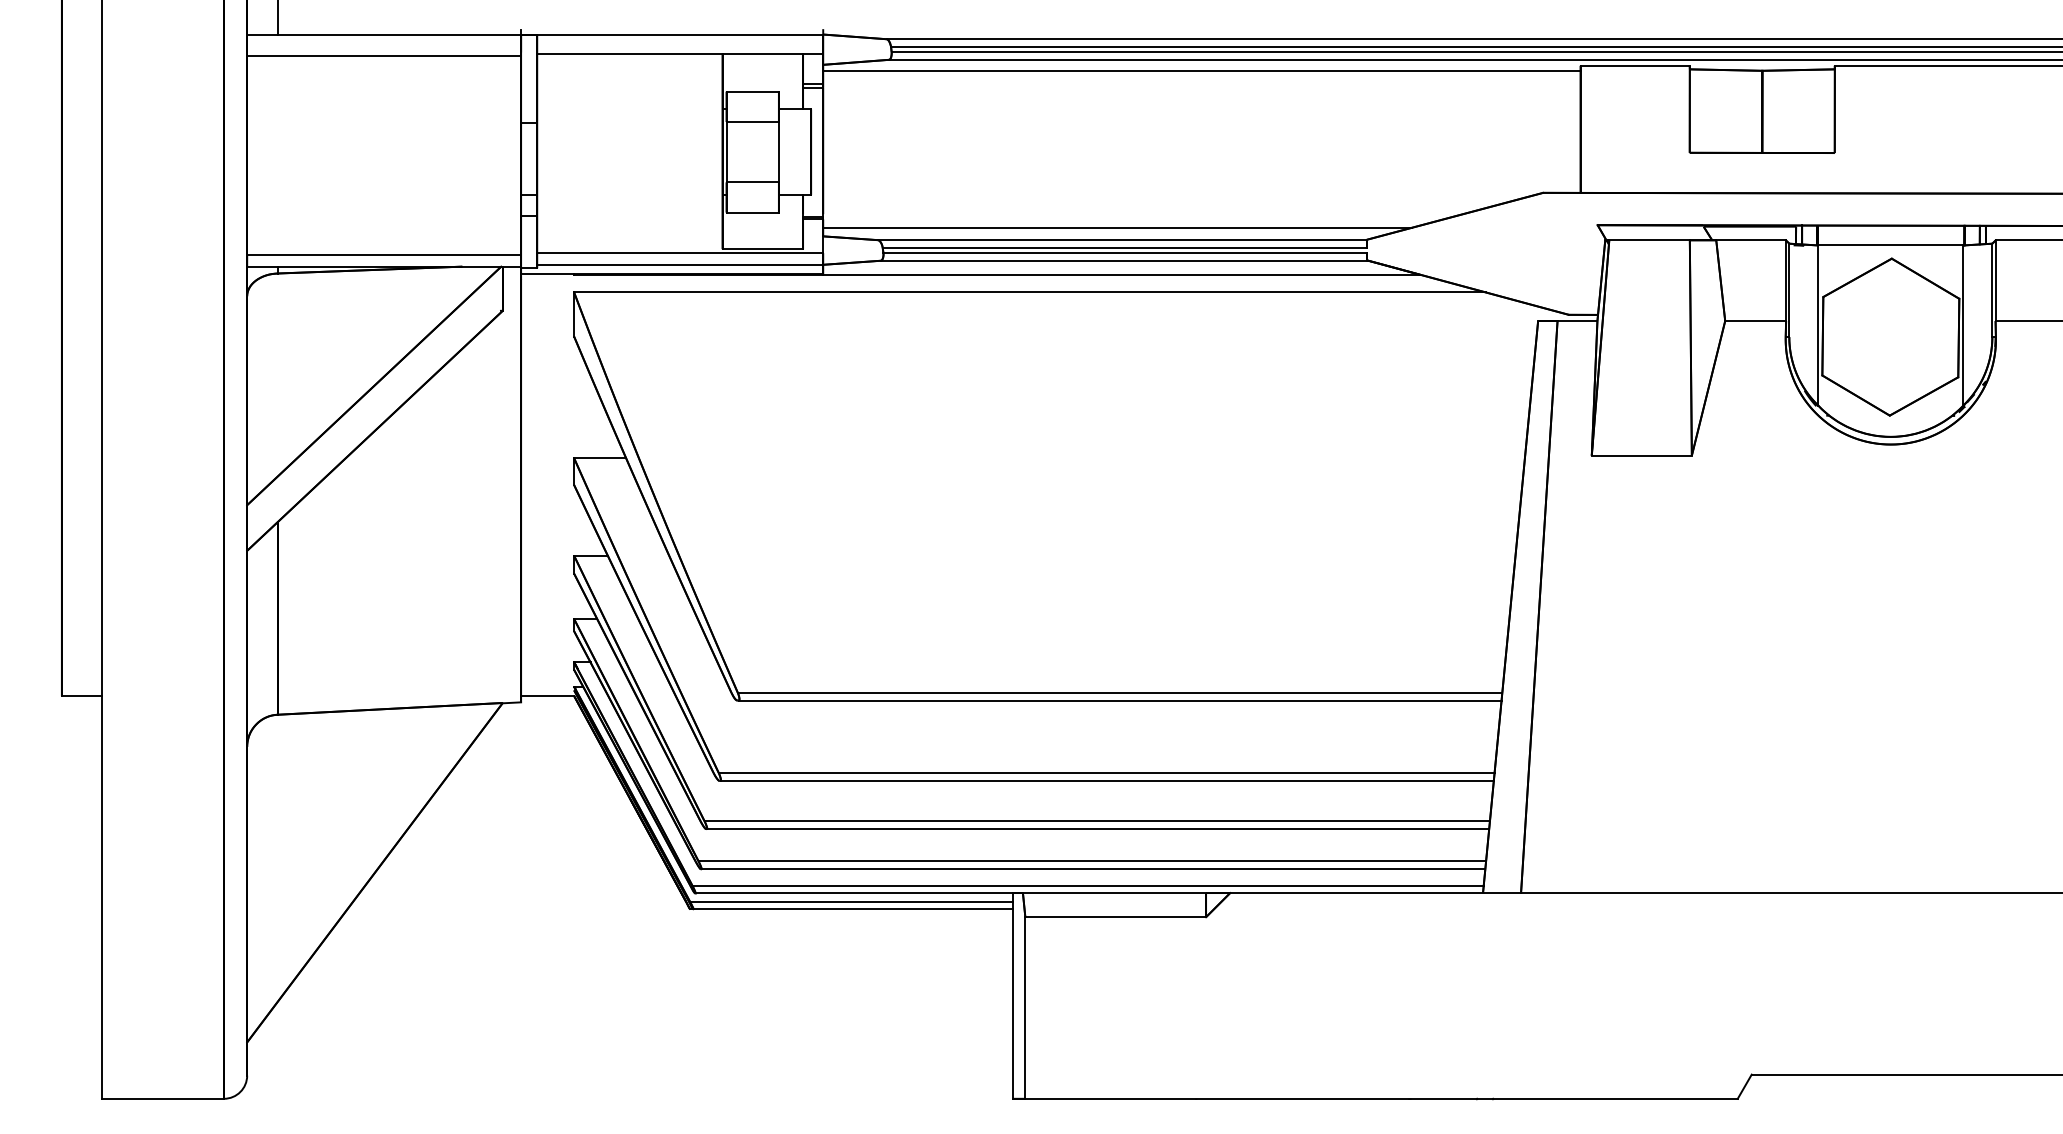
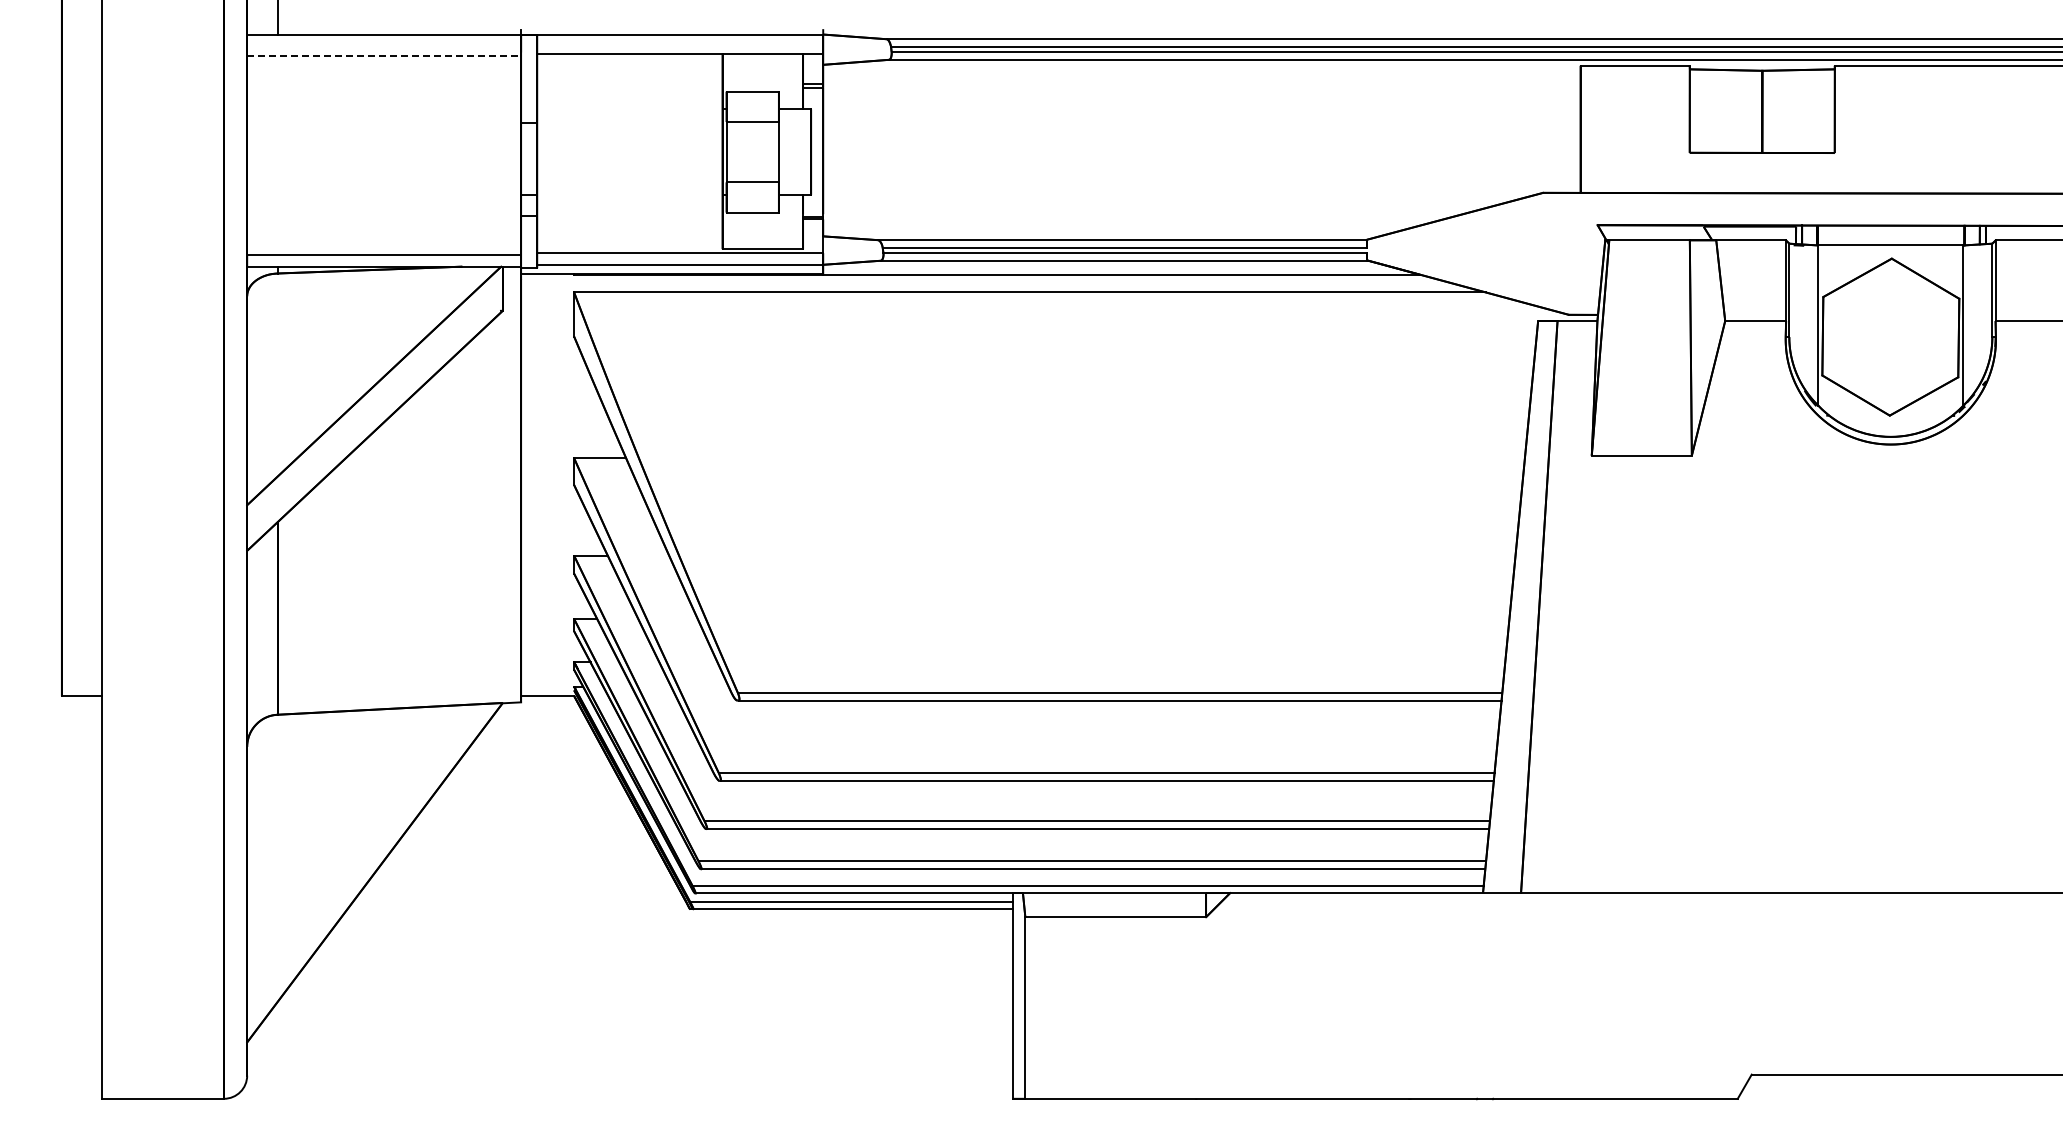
line at (384, 55): solid -> dashed
line at (1201, 70): present -> none
line at (1117, 227): present -> none
